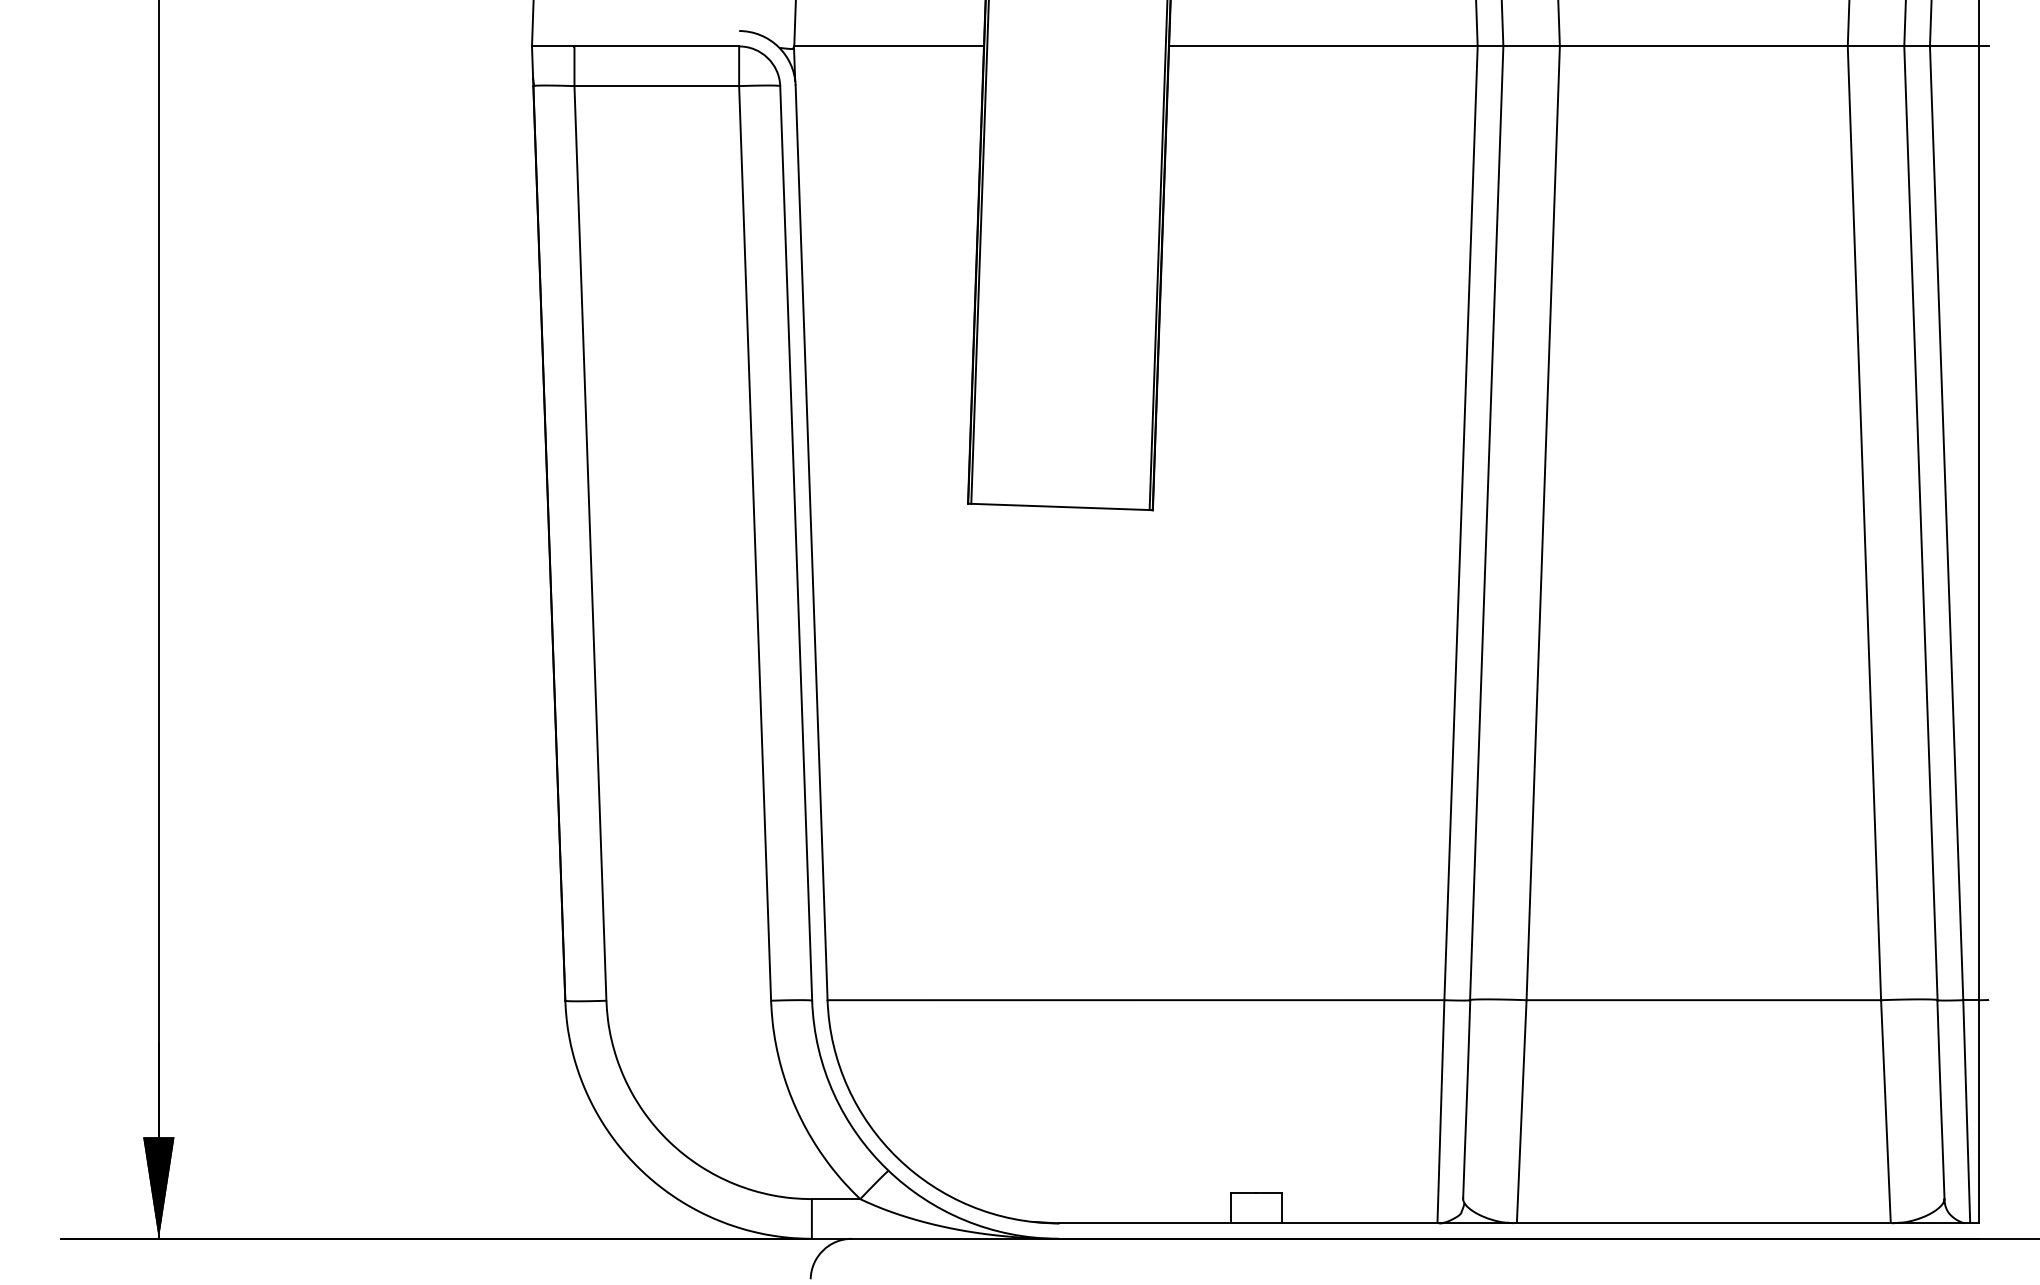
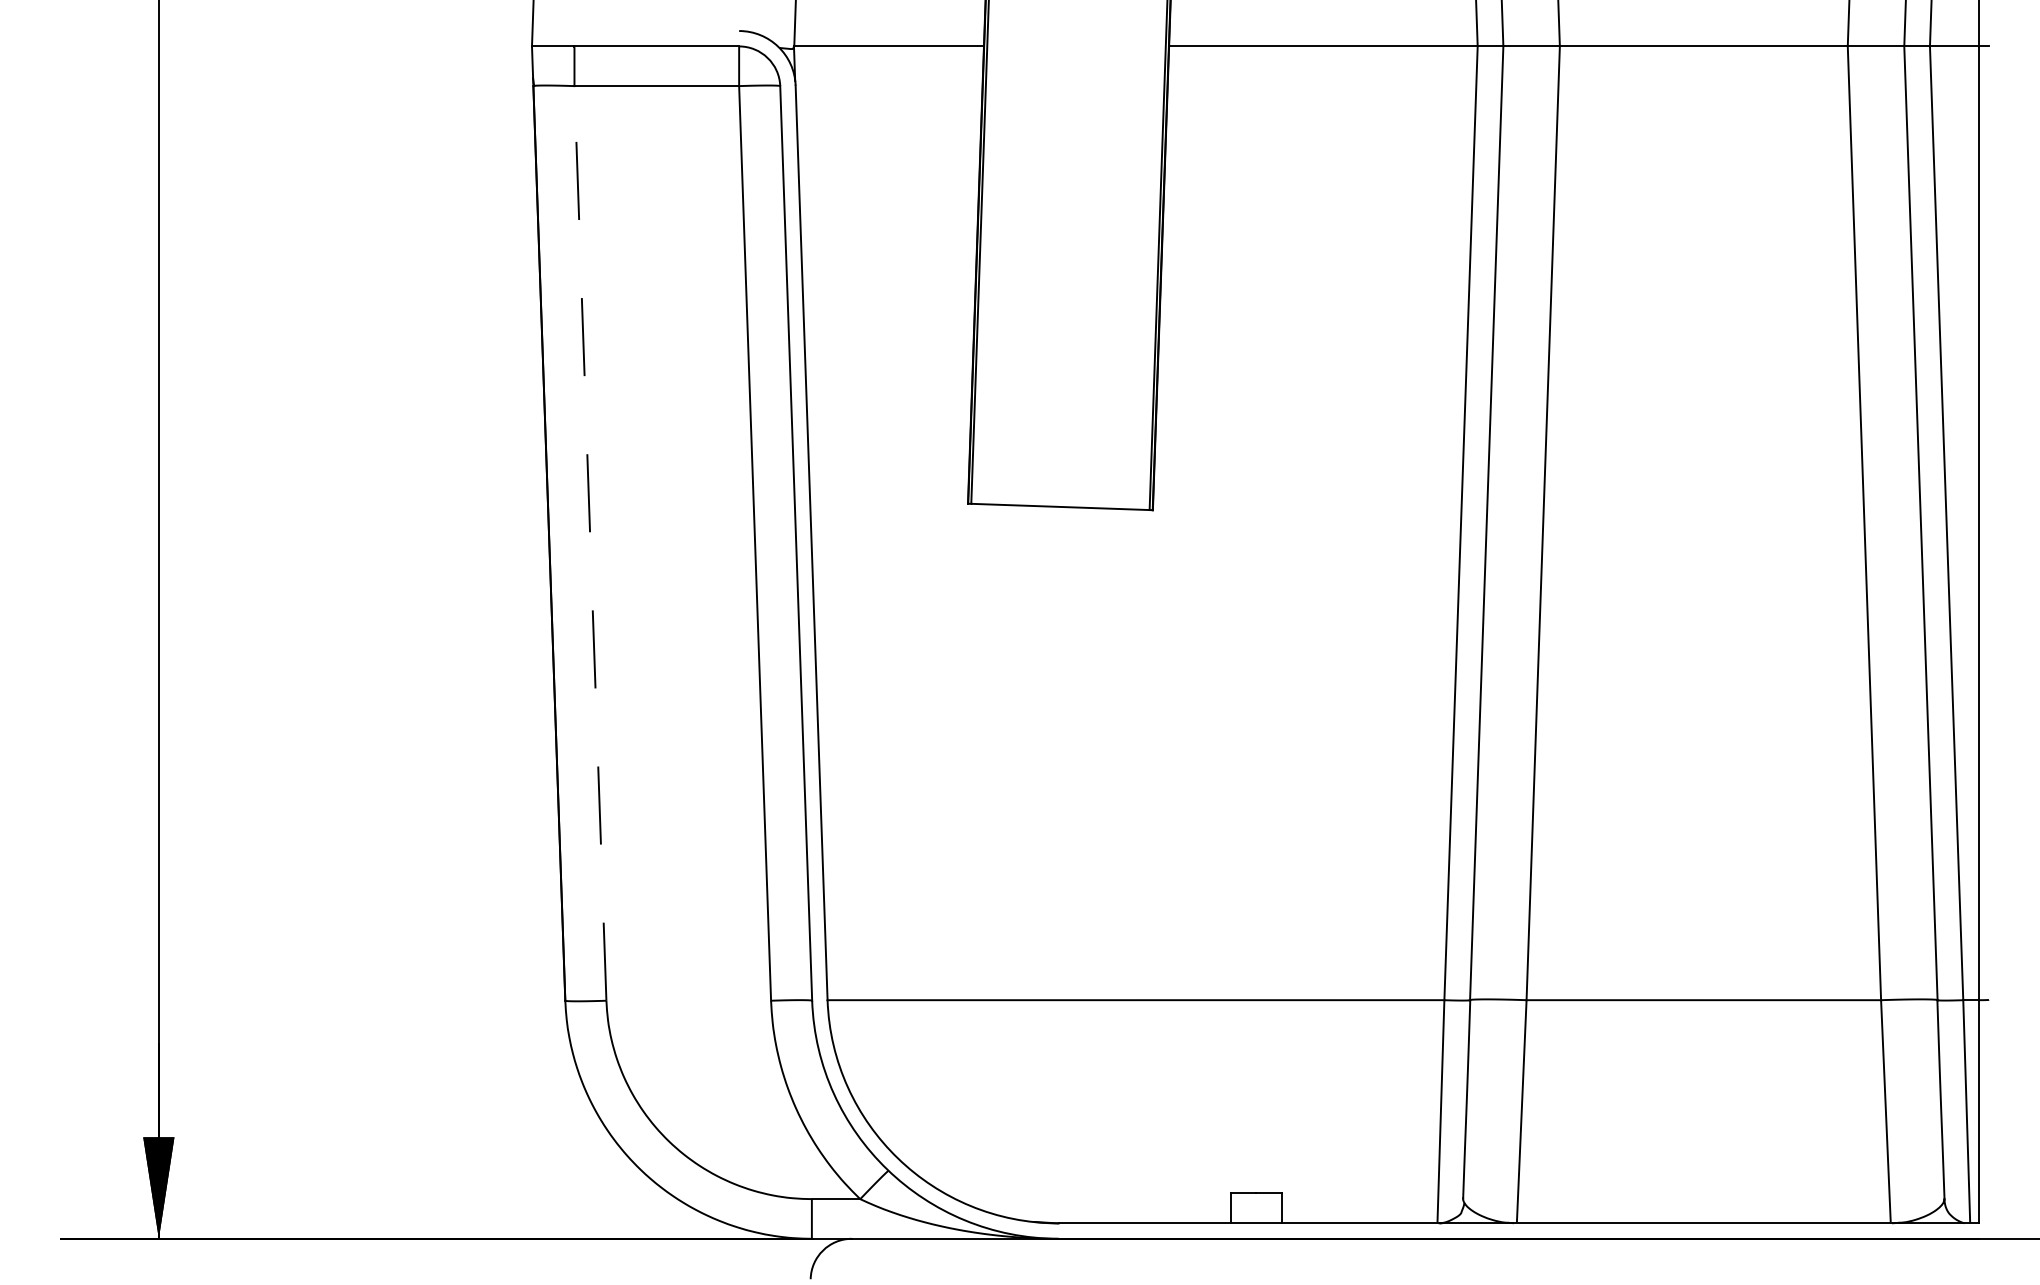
line at (590, 543): solid -> dashed
